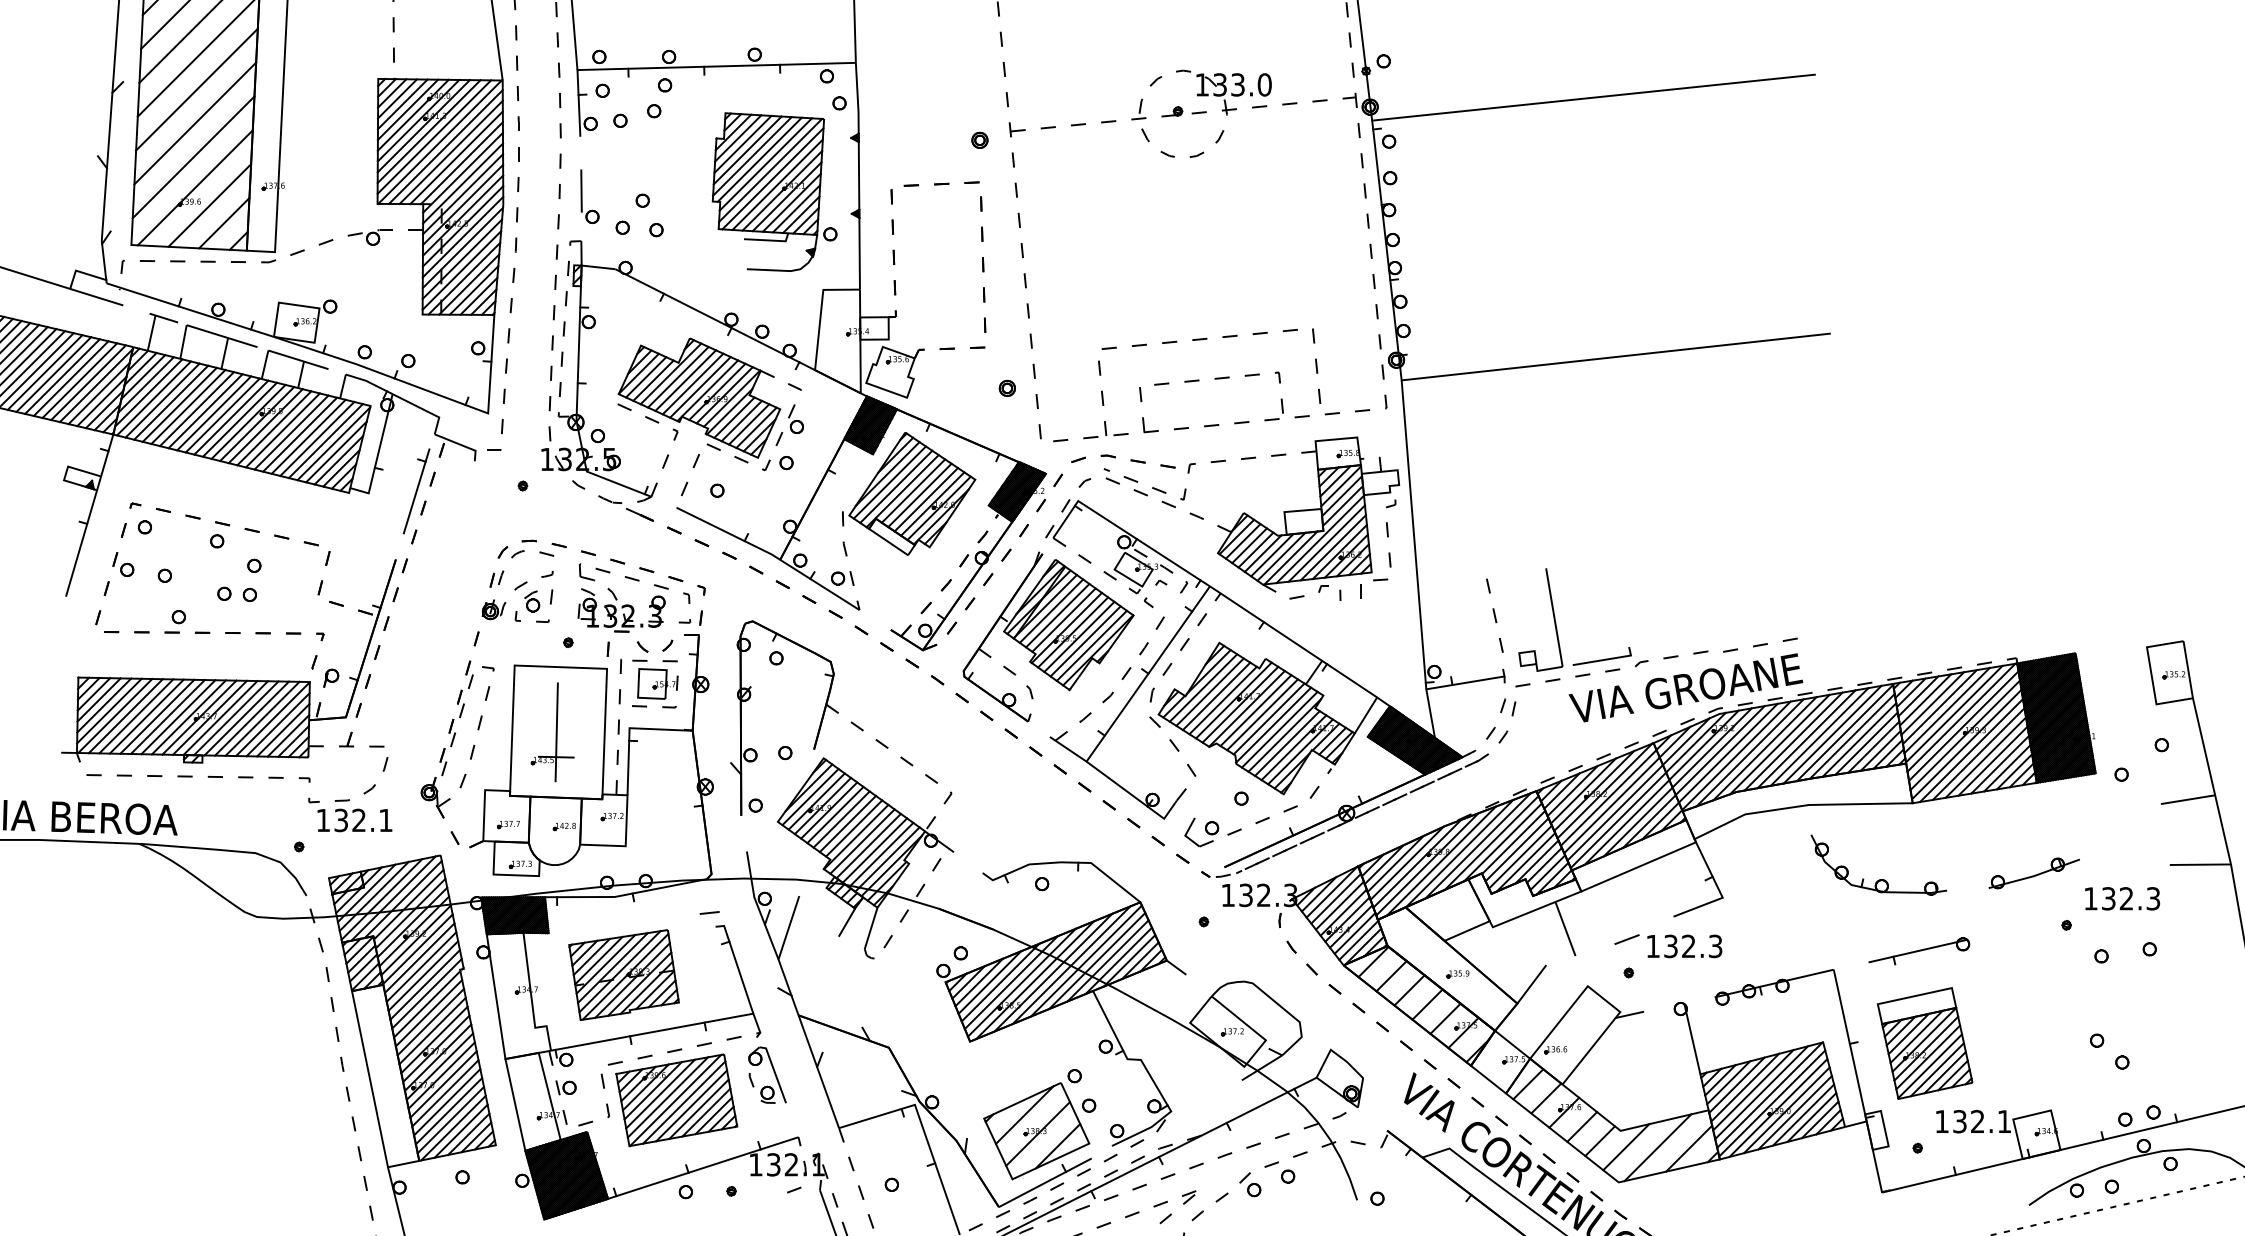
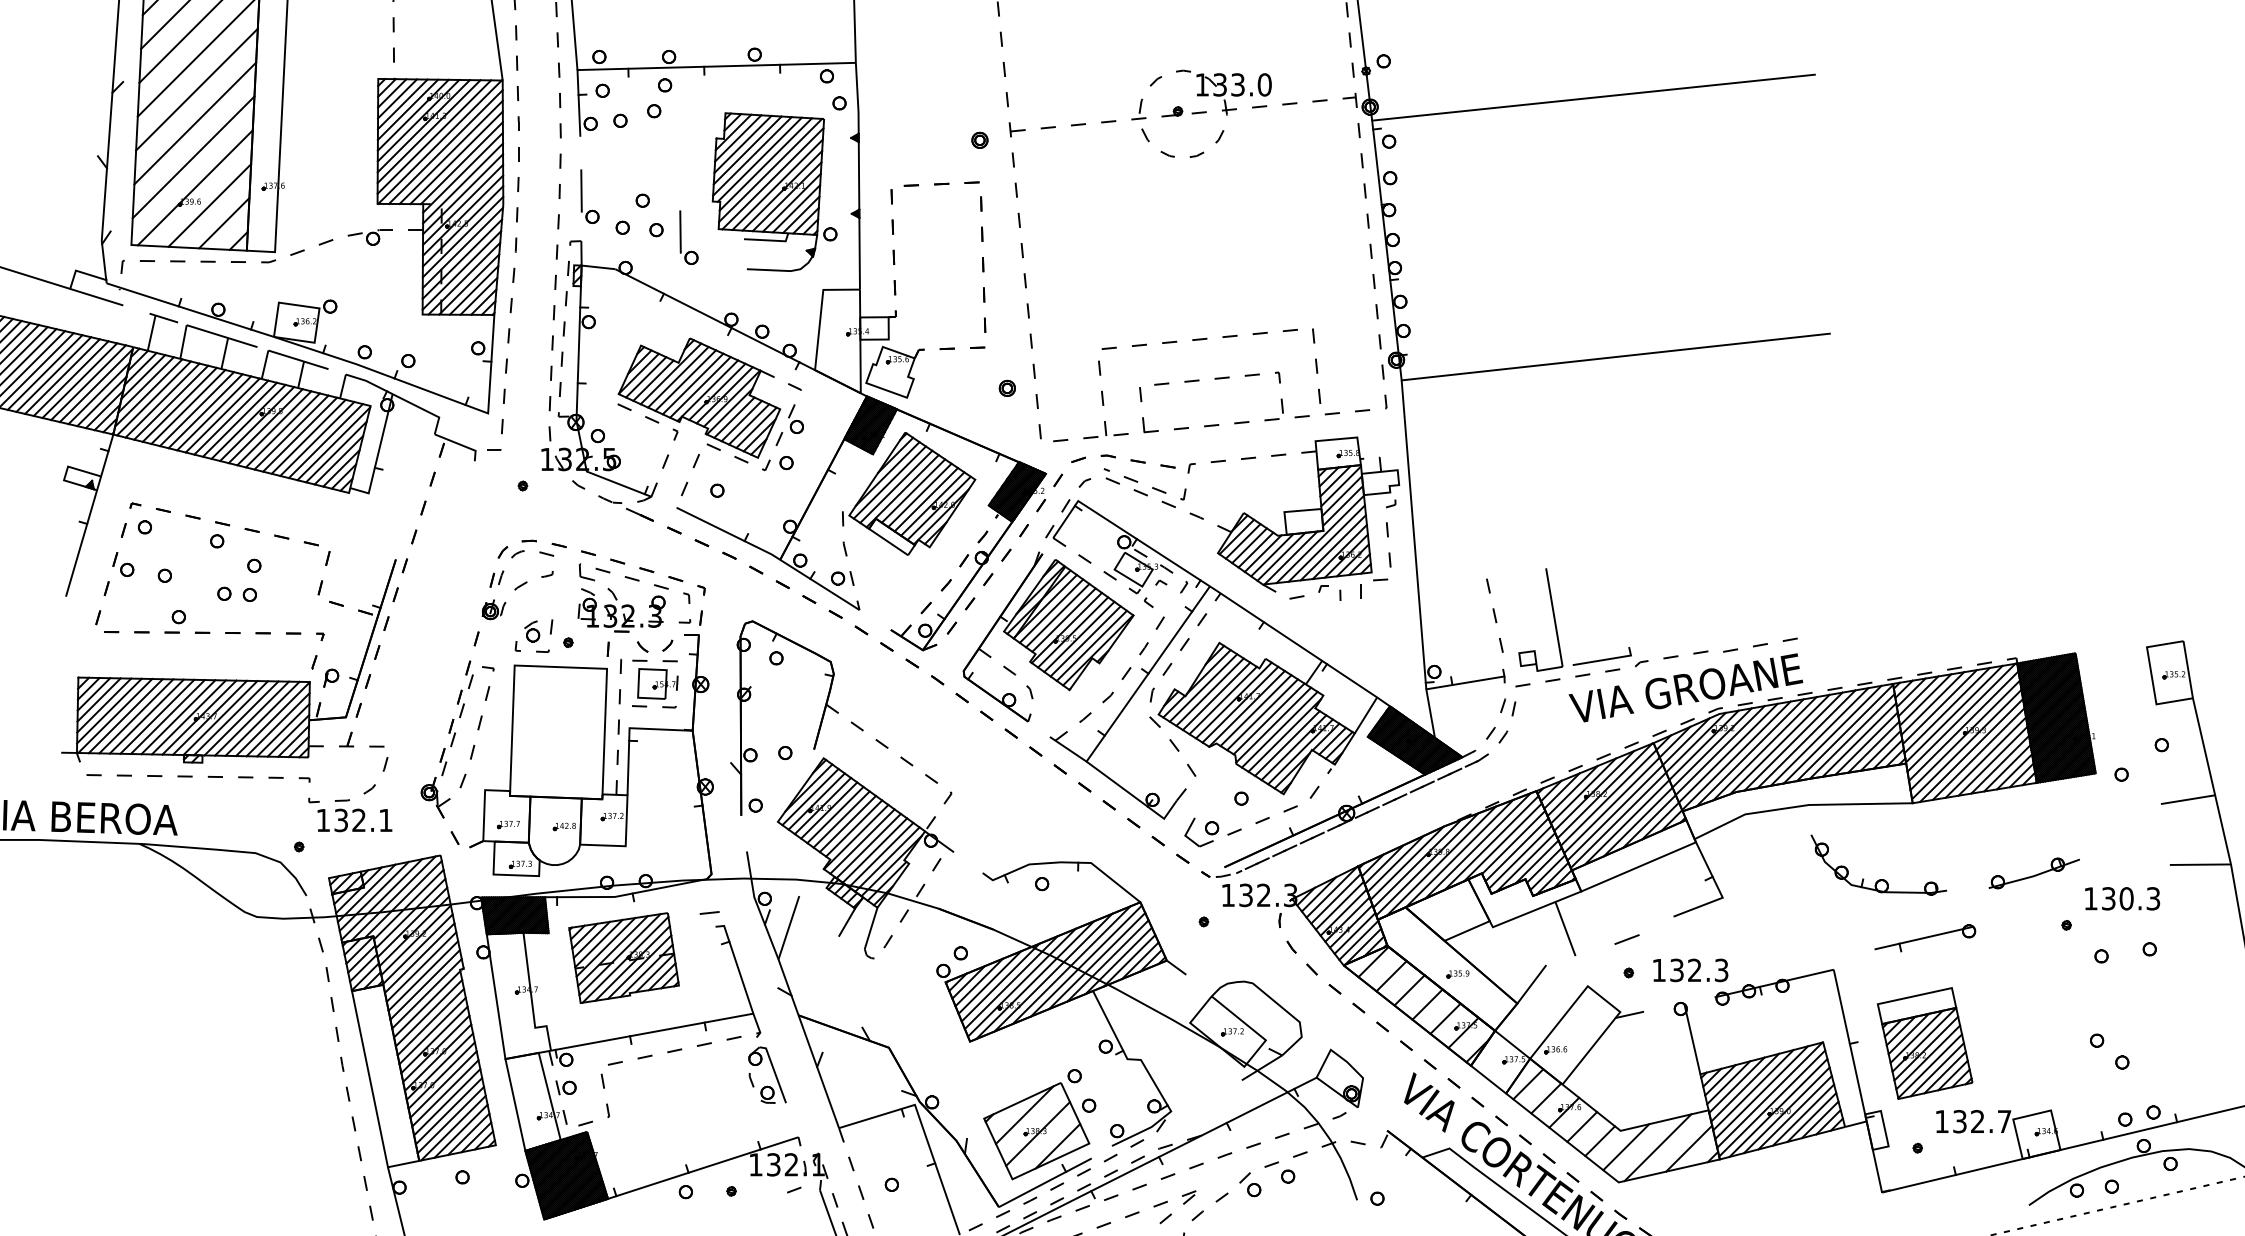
part at (681, 237): none -> present
part at (416, 491): present -> none
part at (533, 605) position: (533, 605) -> (533, 635)
part at (552, 732): present -> none
text at (2126, 898): 132.3 -> 130.3
text at (1684, 946) position: (1684, 946) -> (1690, 970)
part at (1919, 951) position: (1919, 951) -> (1925, 938)
part at (623, 974) position: (623, 974) -> (623, 957)
part at (676, 1100): present -> none
text at (2004, 1121): 132.1 -> 132.7
